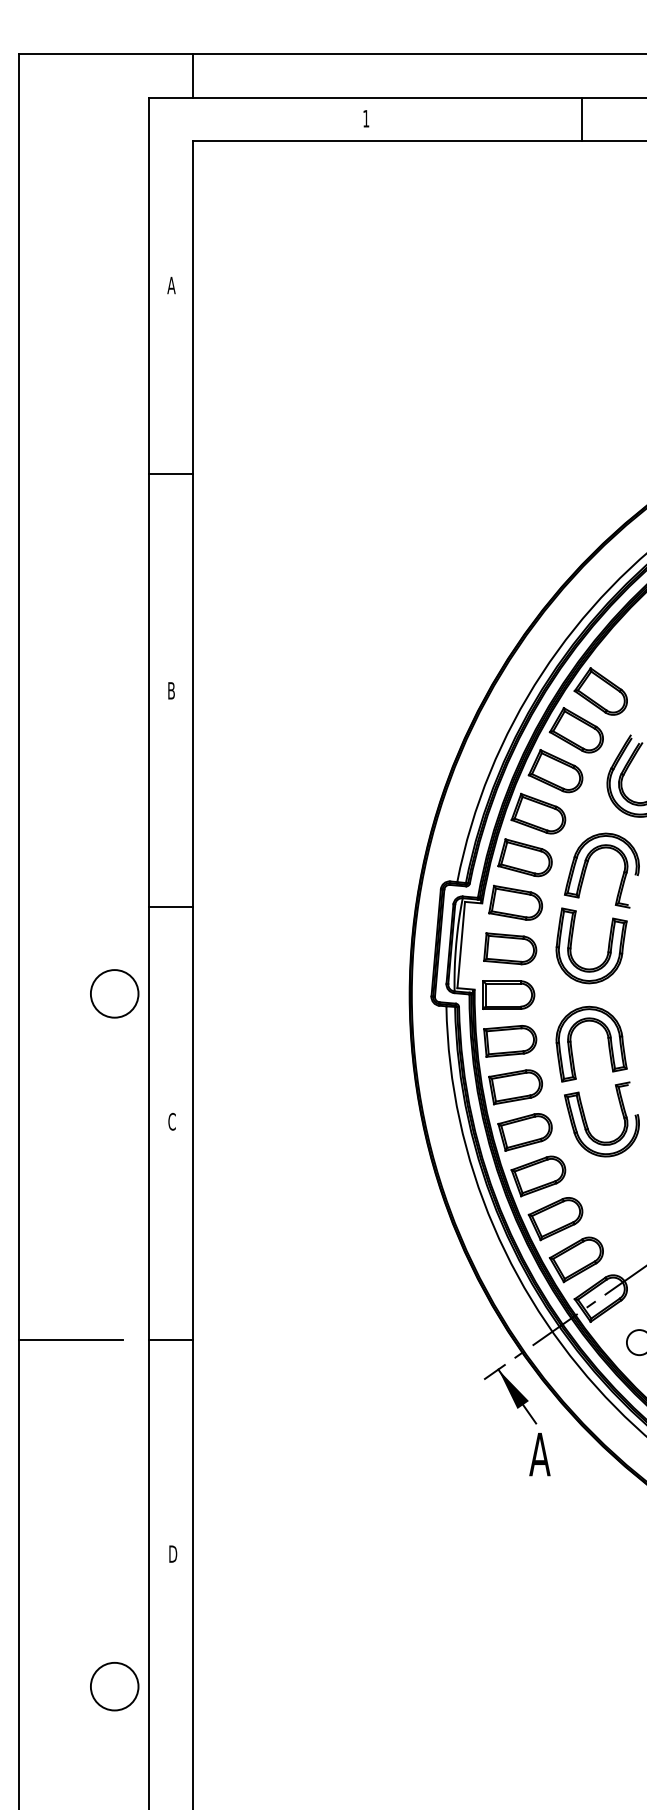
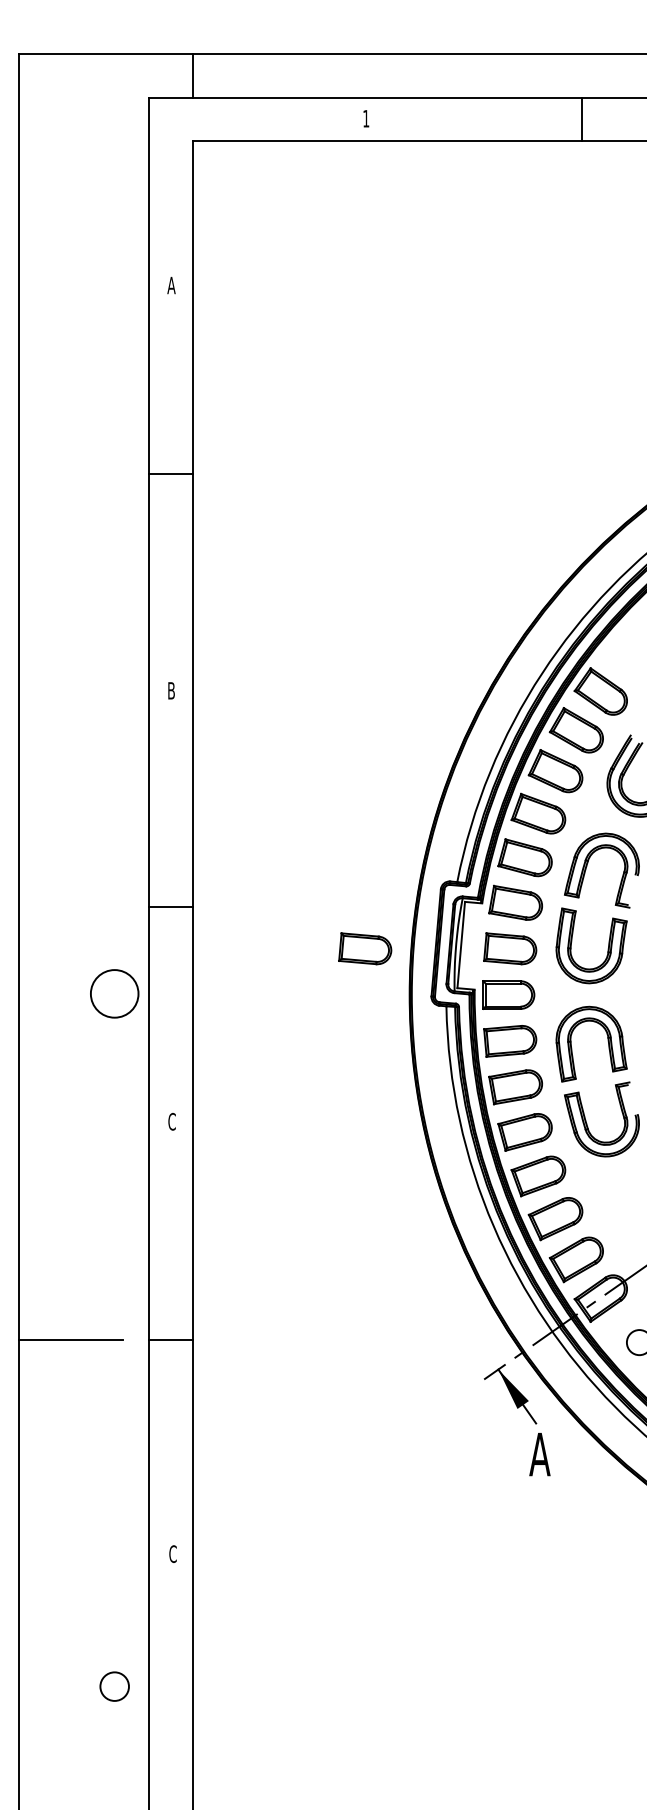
part at (365, 948): none -> present
text at (173, 1553): D -> C
circle at (114, 1686) diameter: 48 px -> 29 px
